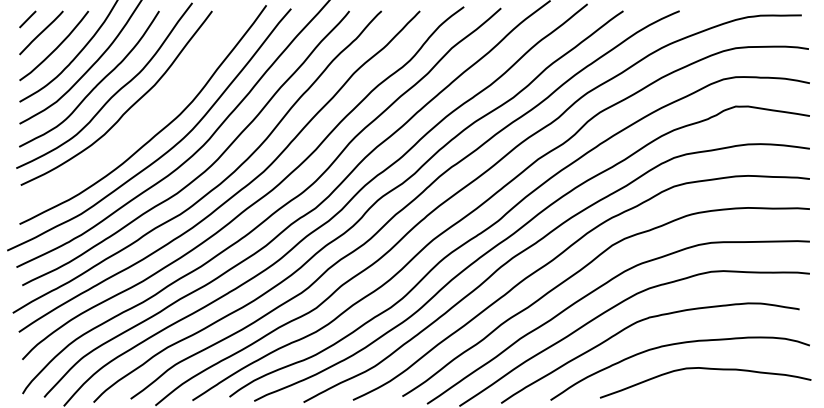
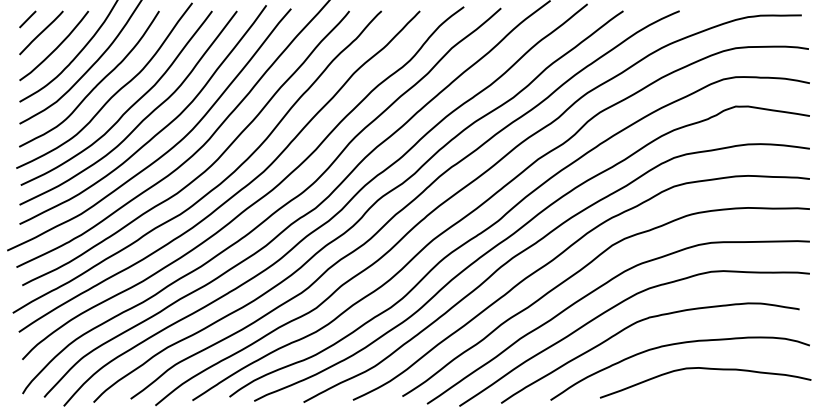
curve at (141, 120): none -> present
